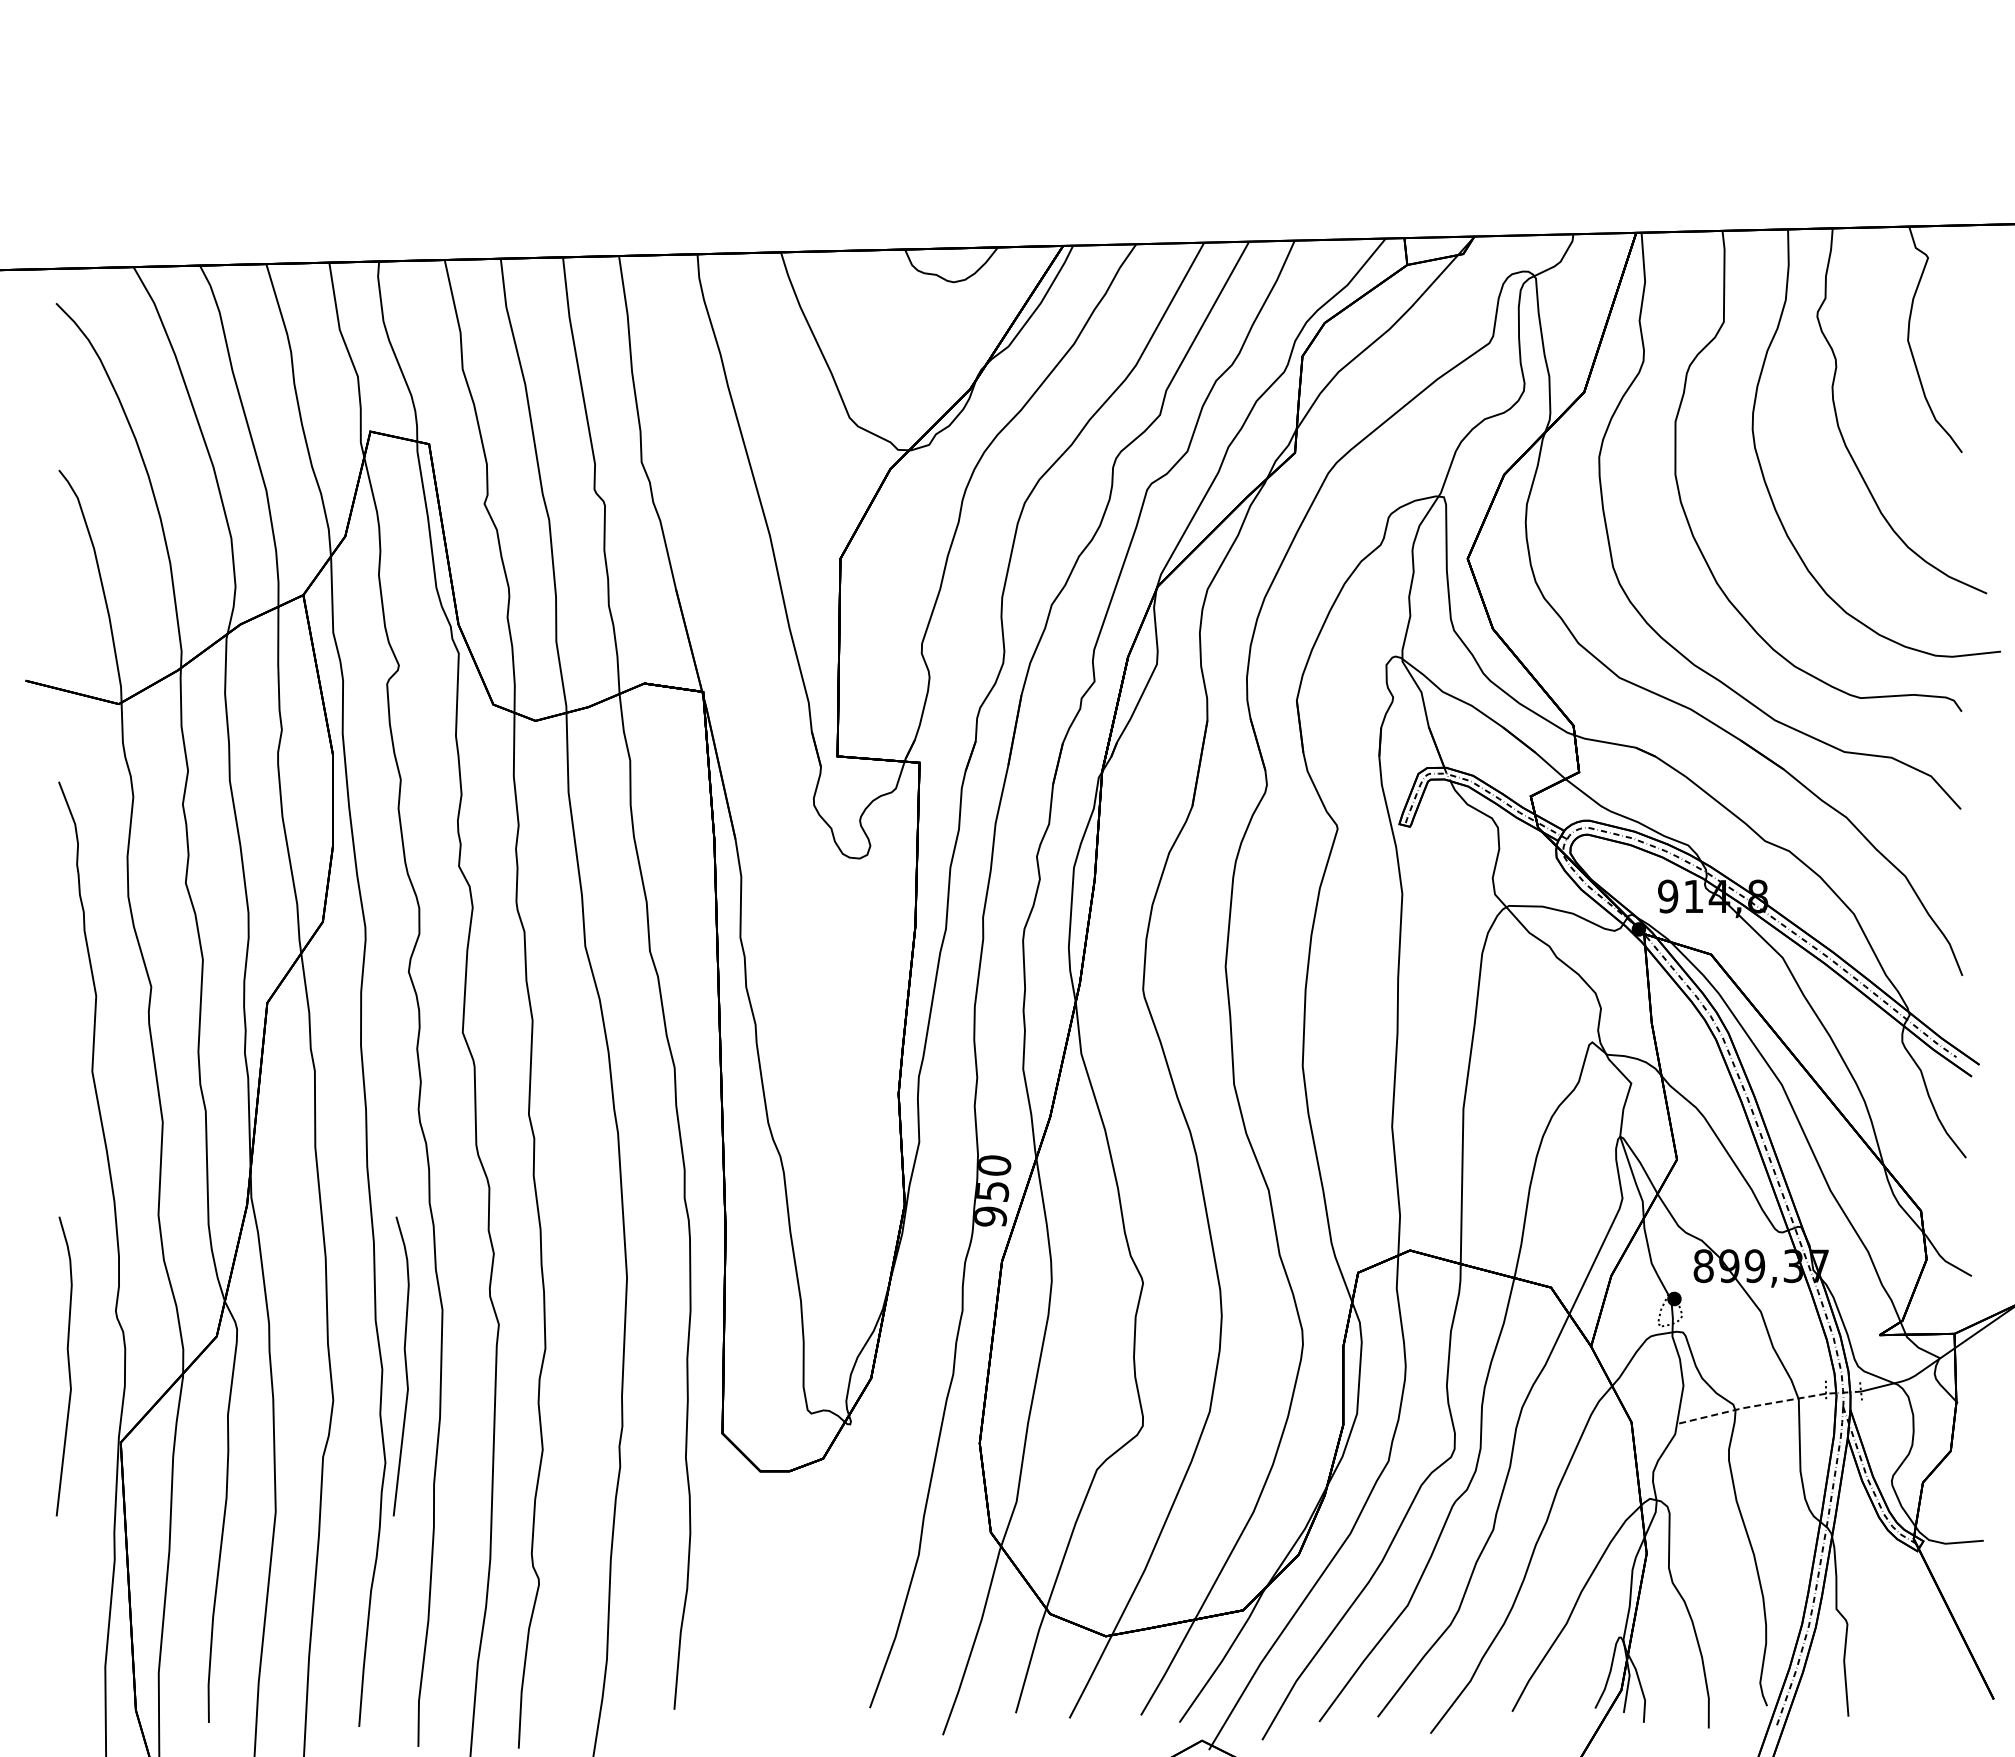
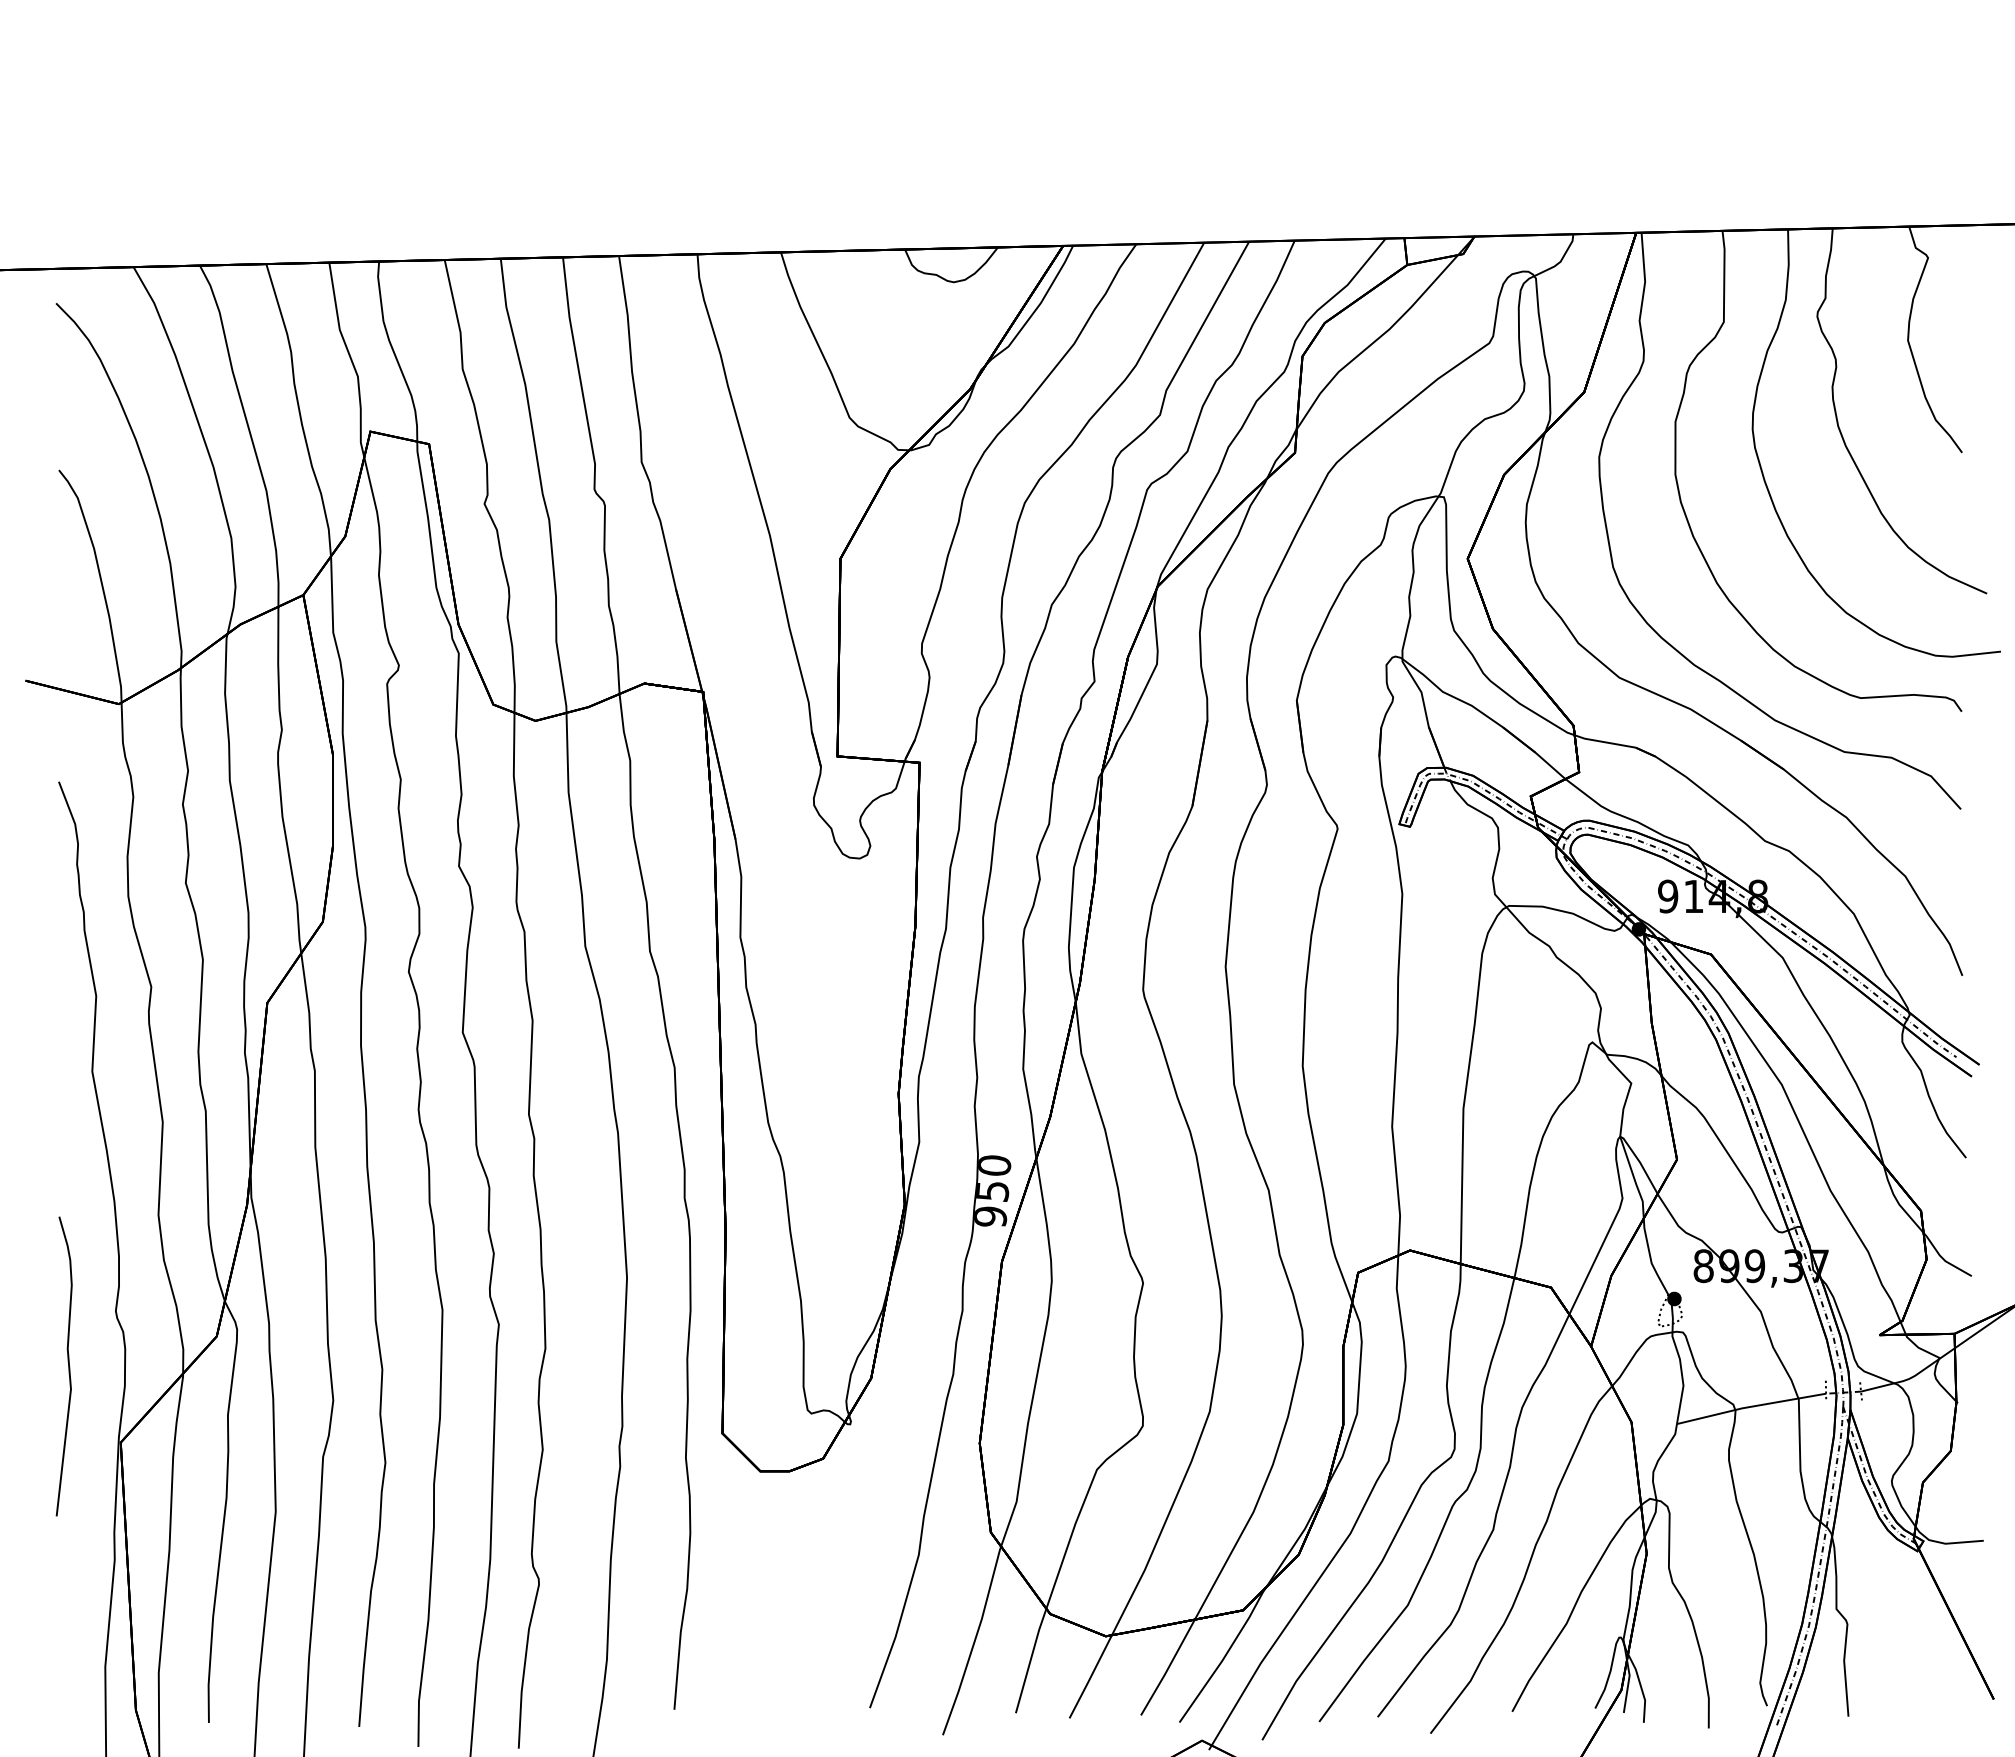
curve at (405, 1366): present -> none
line at (1750, 1406): dashed -> solid
